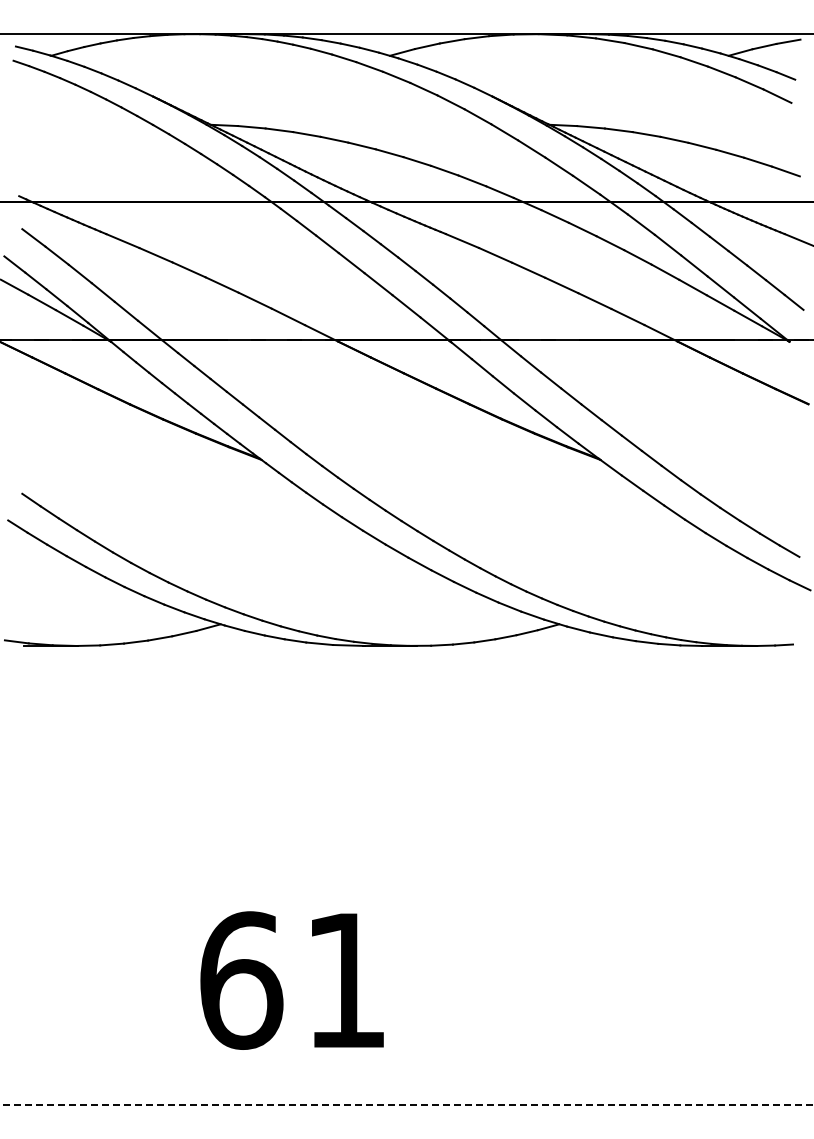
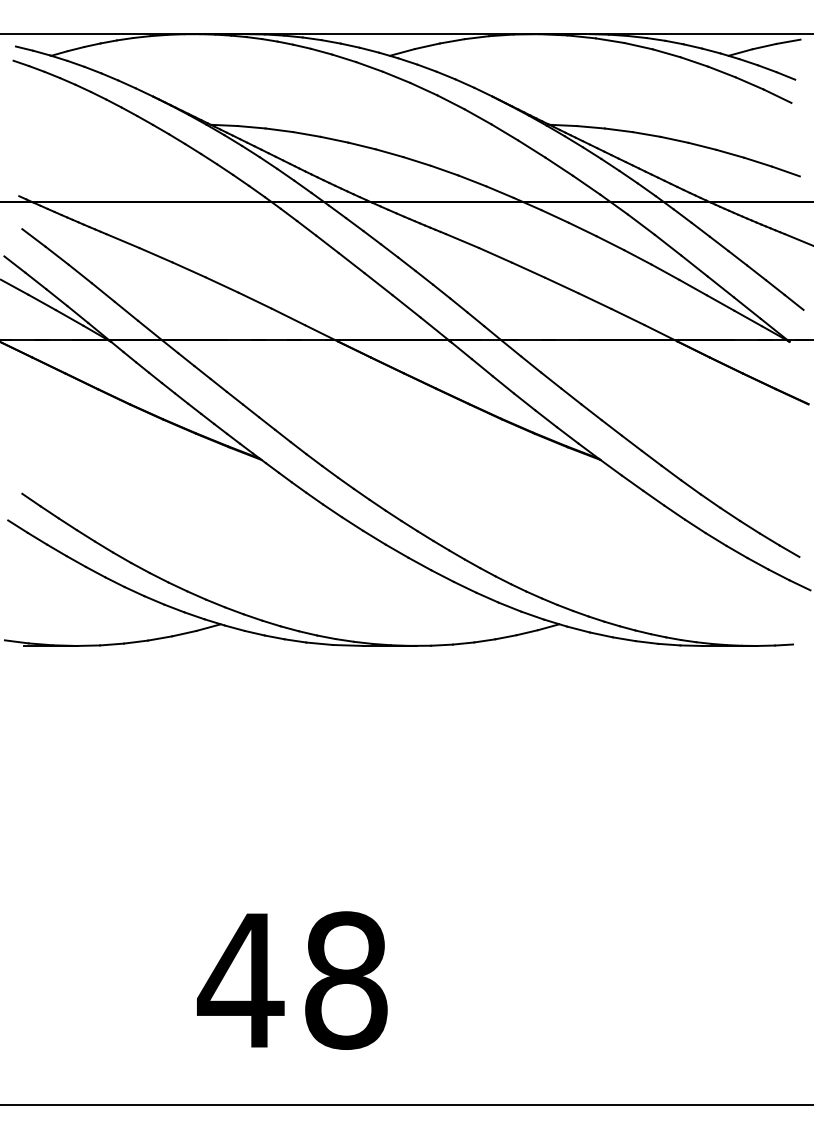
text at (292, 980): 61 -> 48
line at (406, 1104): dashed -> solid
